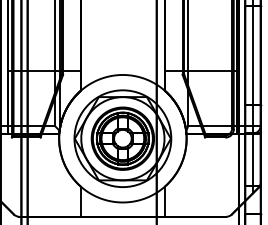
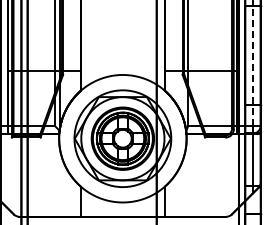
line at (252, 63): solid -> dashed
